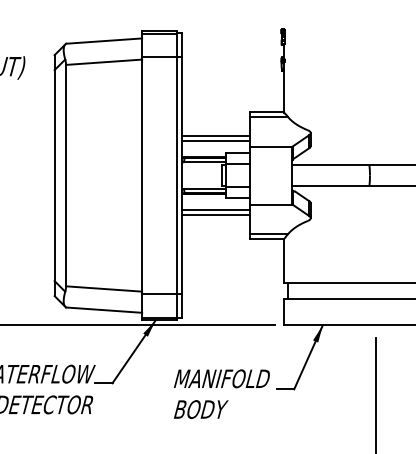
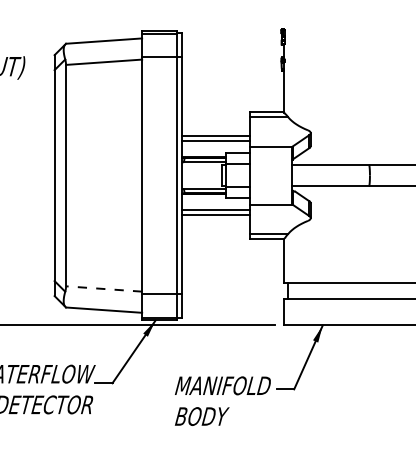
line at (103, 288): solid -> dashed
text at (221, 393) position: (221, 393) -> (222, 400)
line at (375, 394): present -> none
